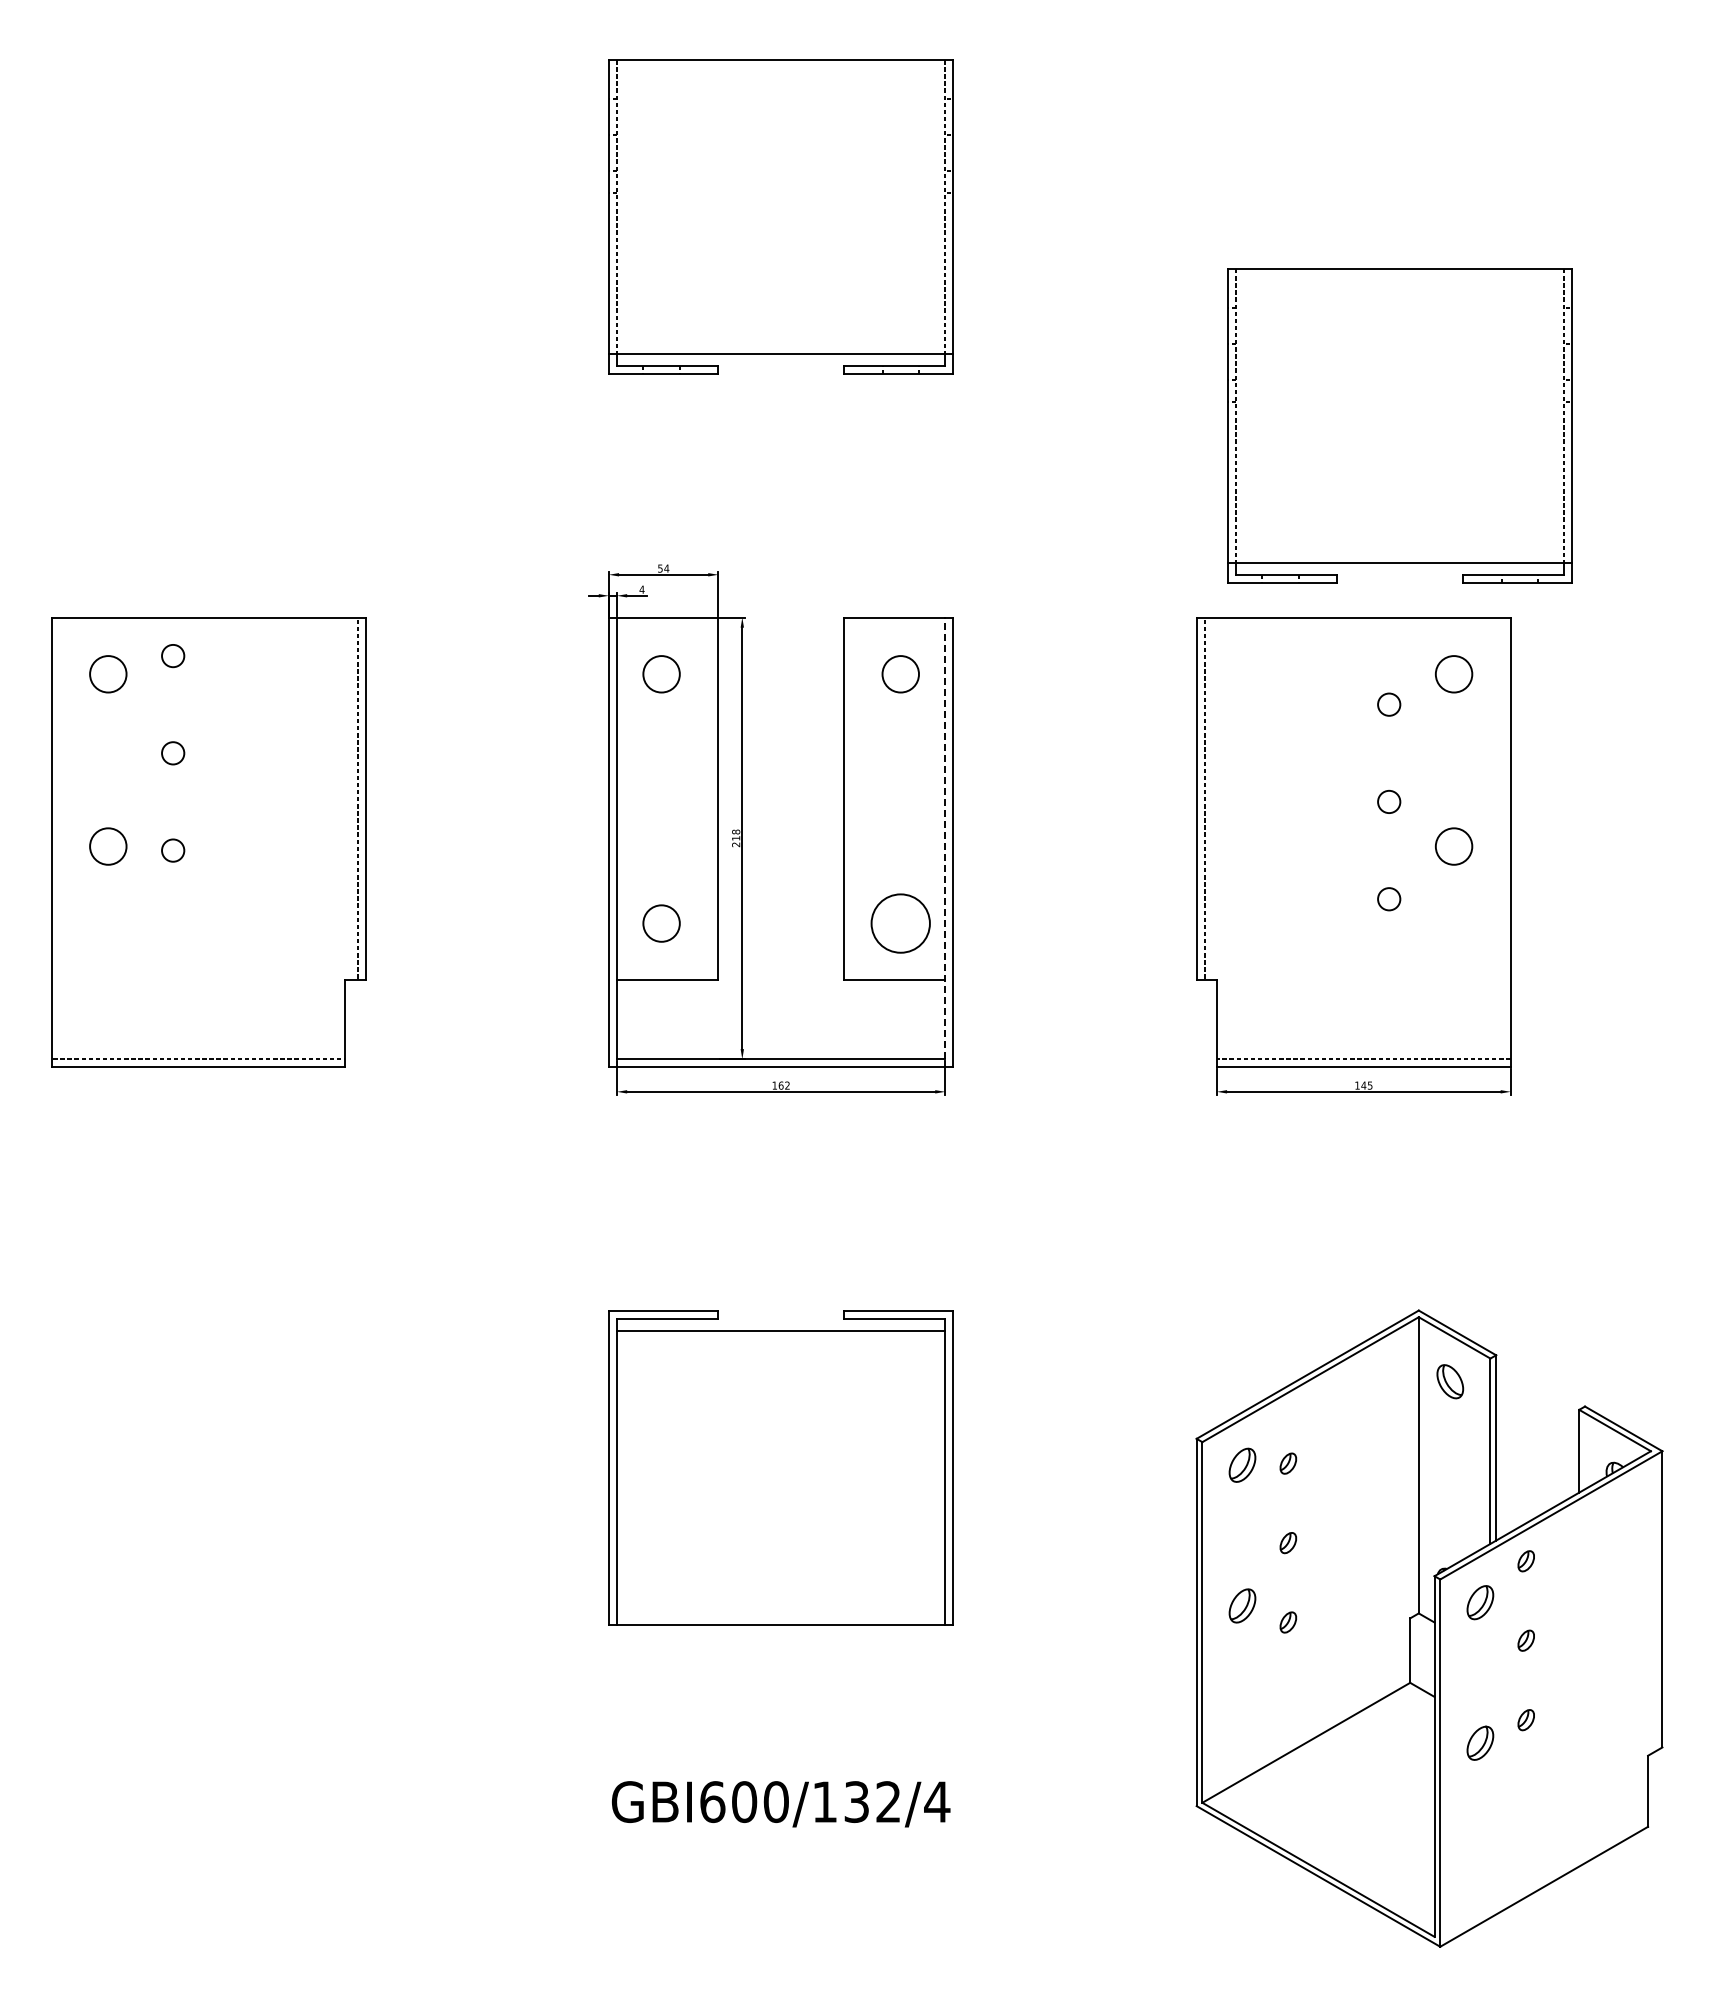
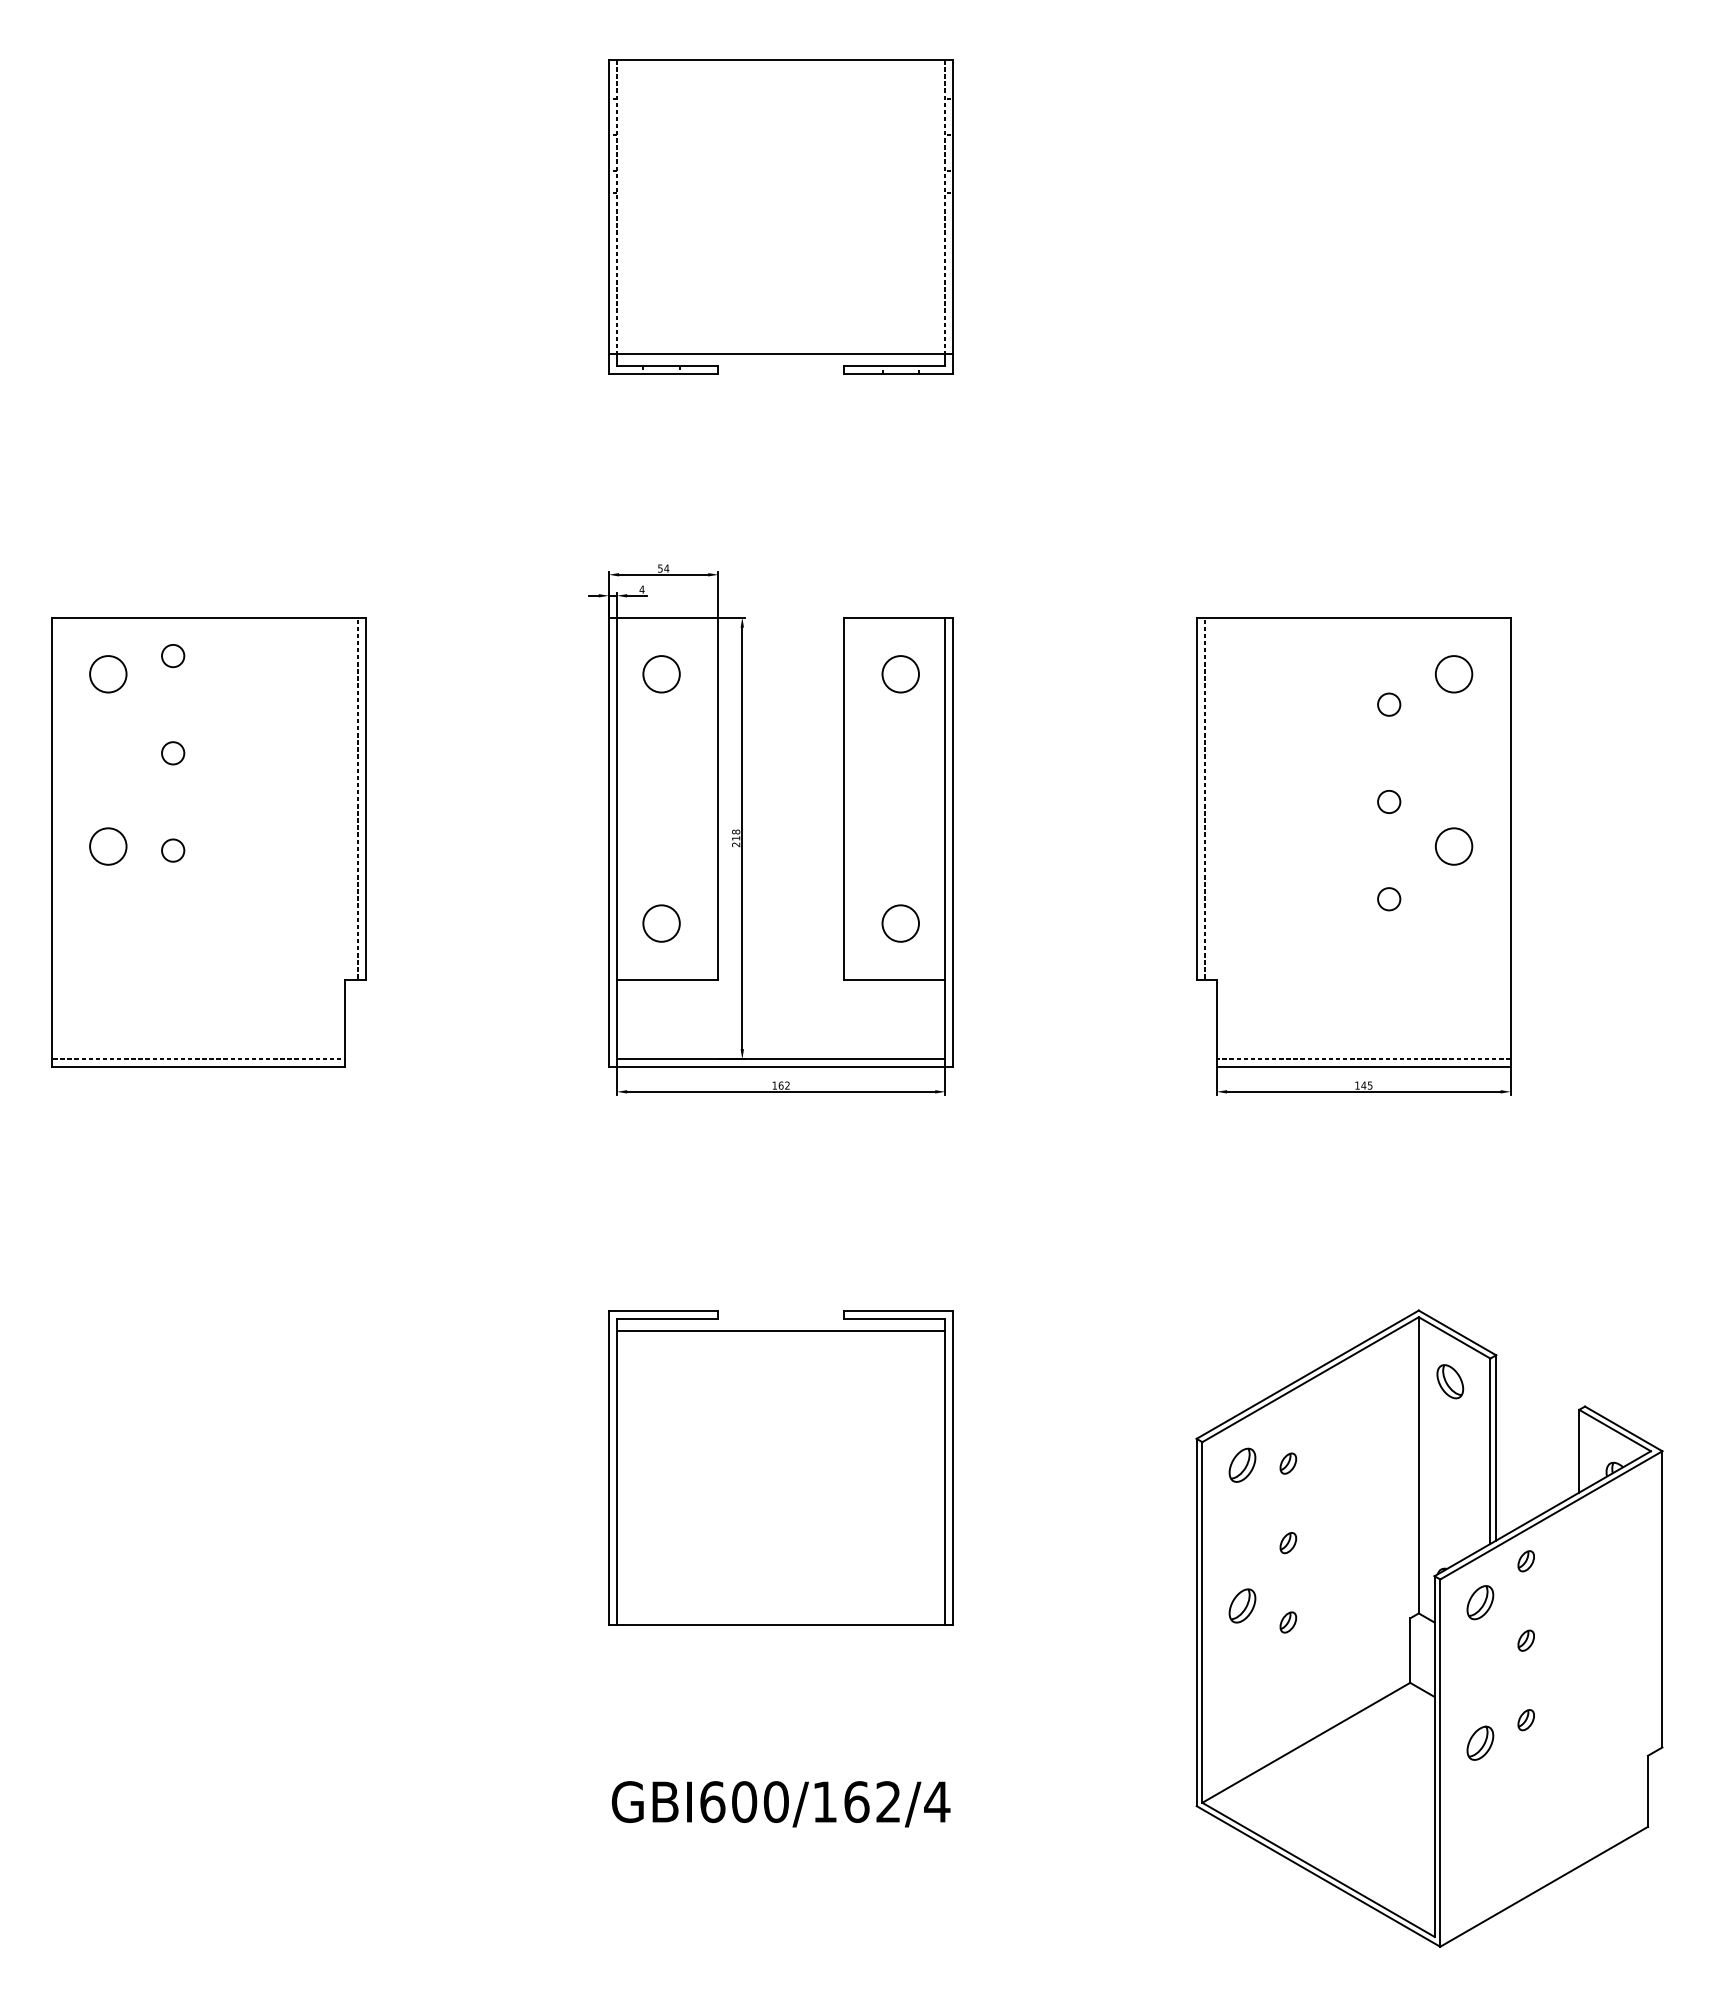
part at (1399, 425): present -> none
line at (945, 838): dashed -> solid
circle at (900, 923) diameter: 58 px -> 36 px
text at (856, 1802): GBI600/132/4 -> GBI600/162/4
